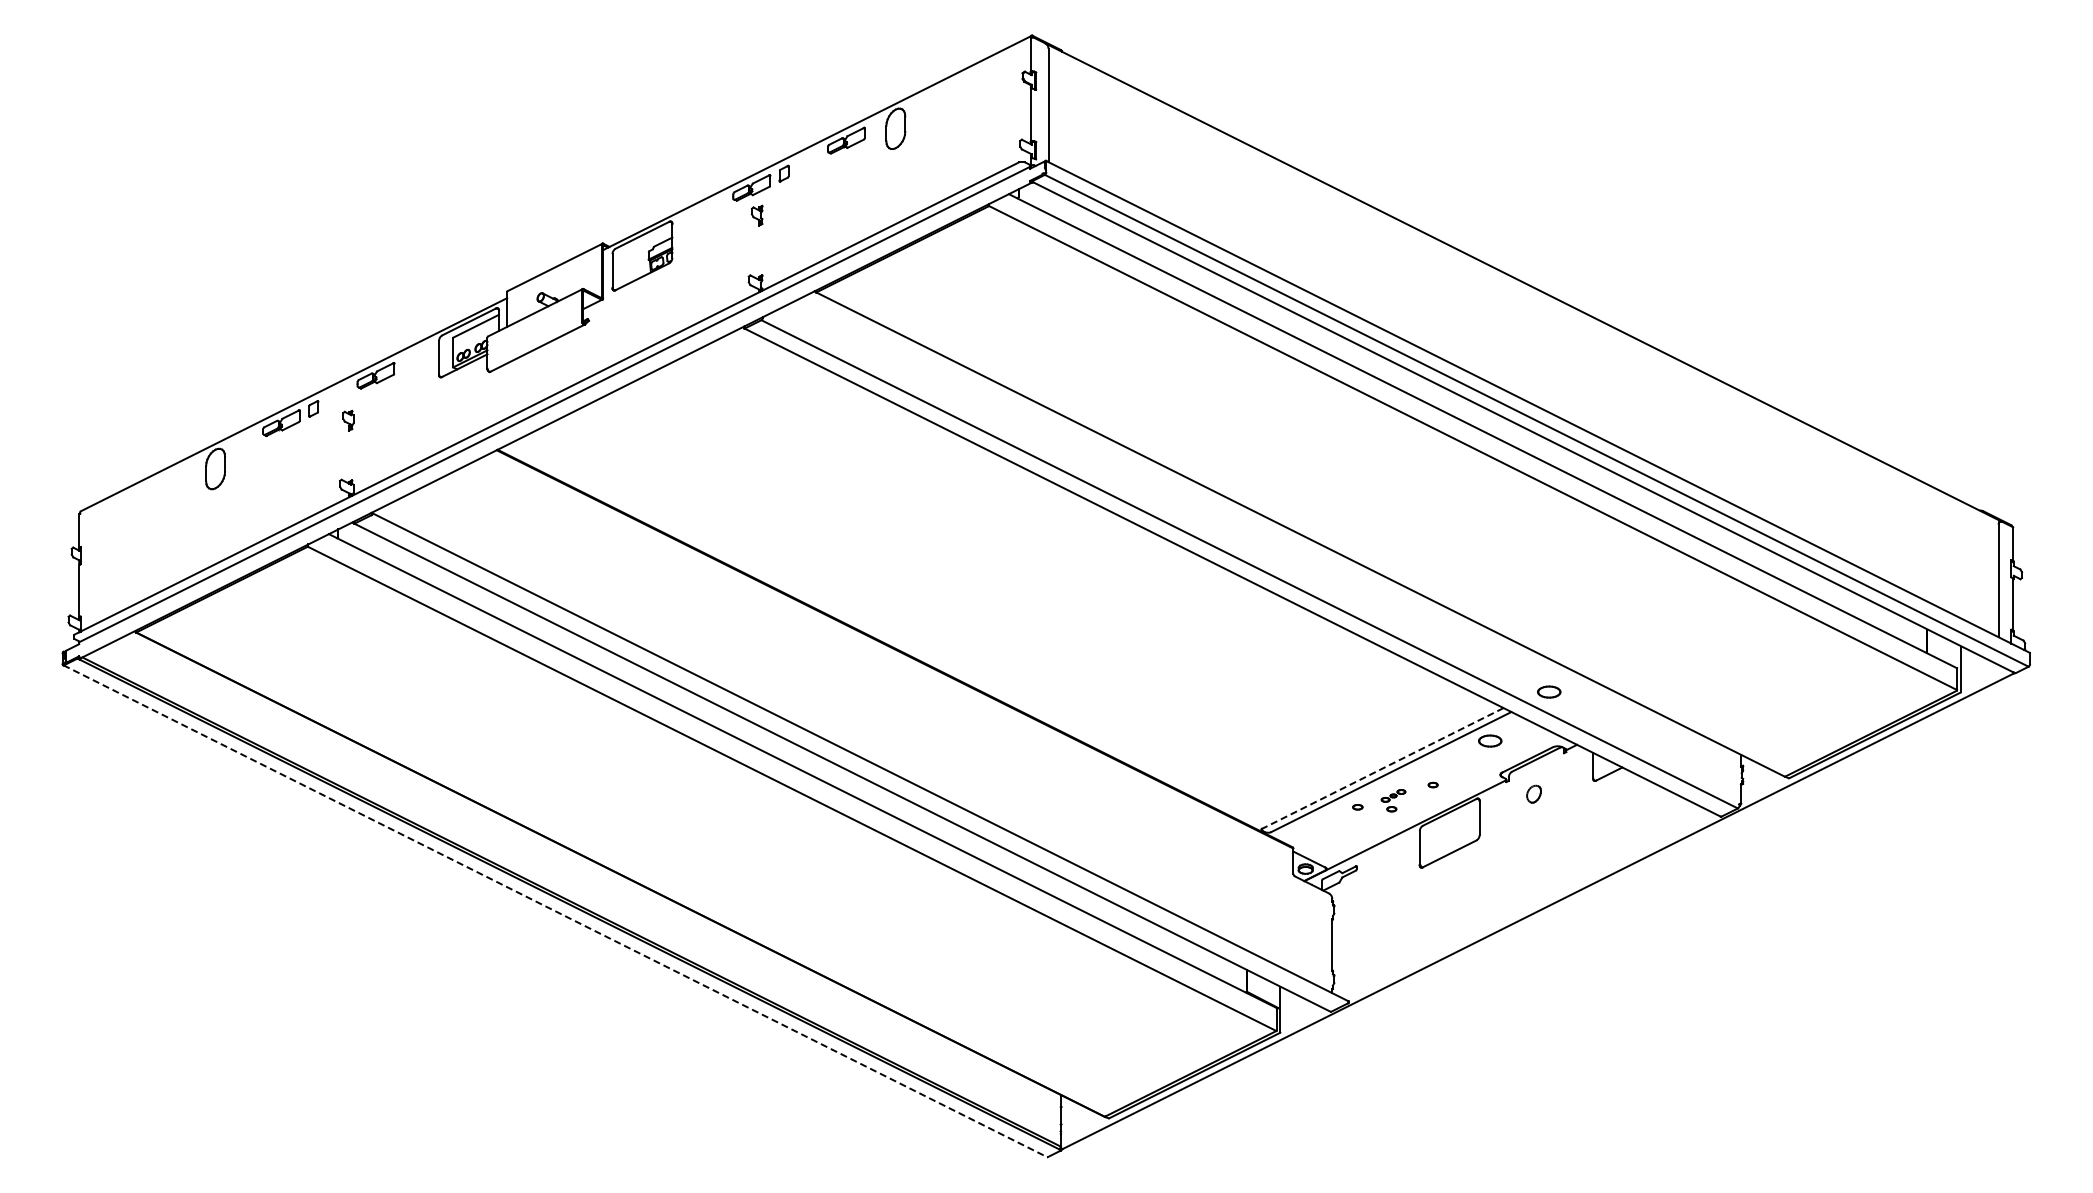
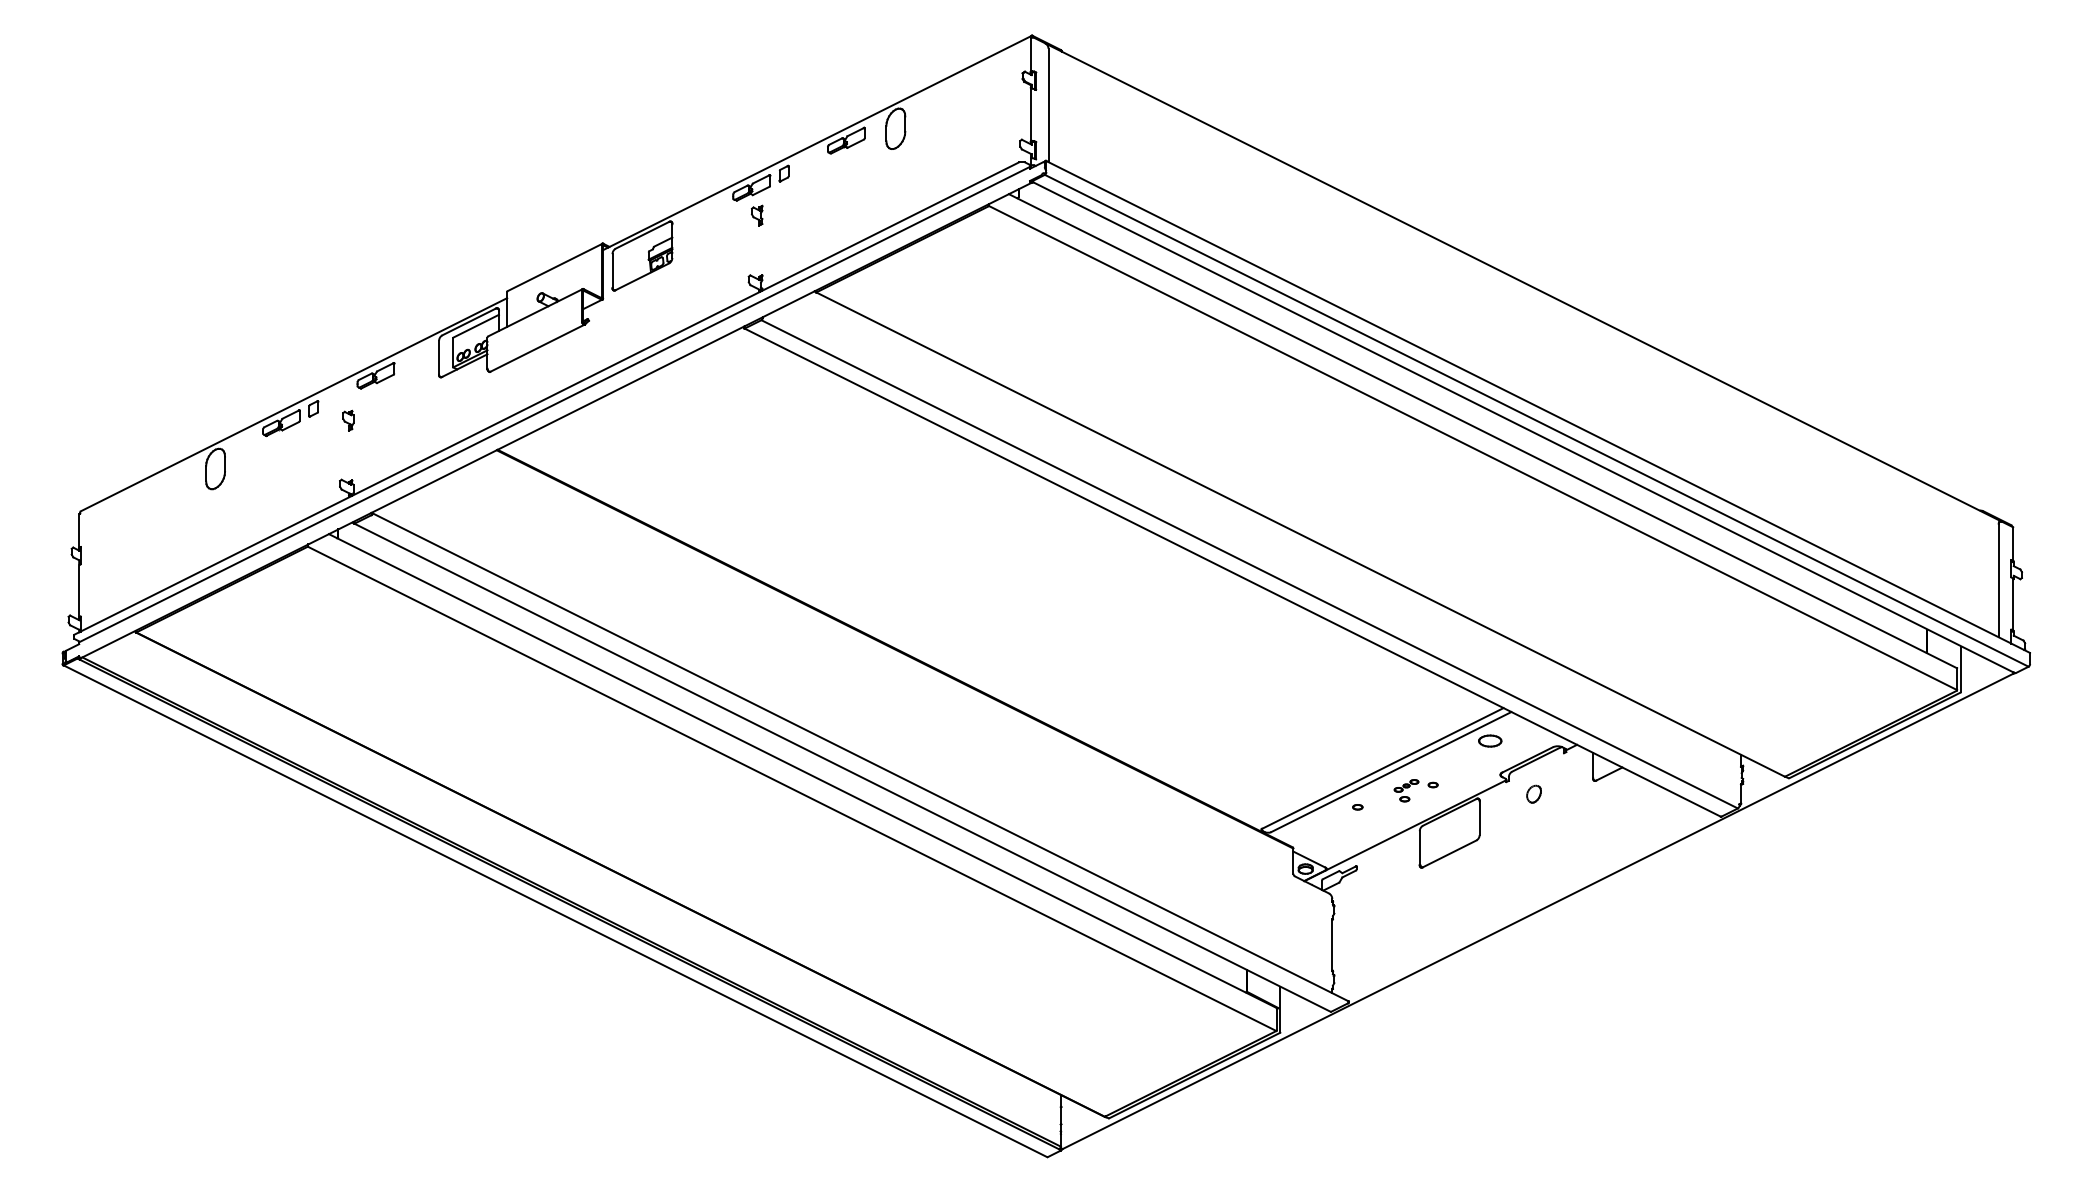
part at (1549, 691): present -> none
line at (1382, 768): dashed -> solid
part at (1393, 800) position: (1393, 800) -> (1406, 790)
line at (555, 911): dashed -> solid
